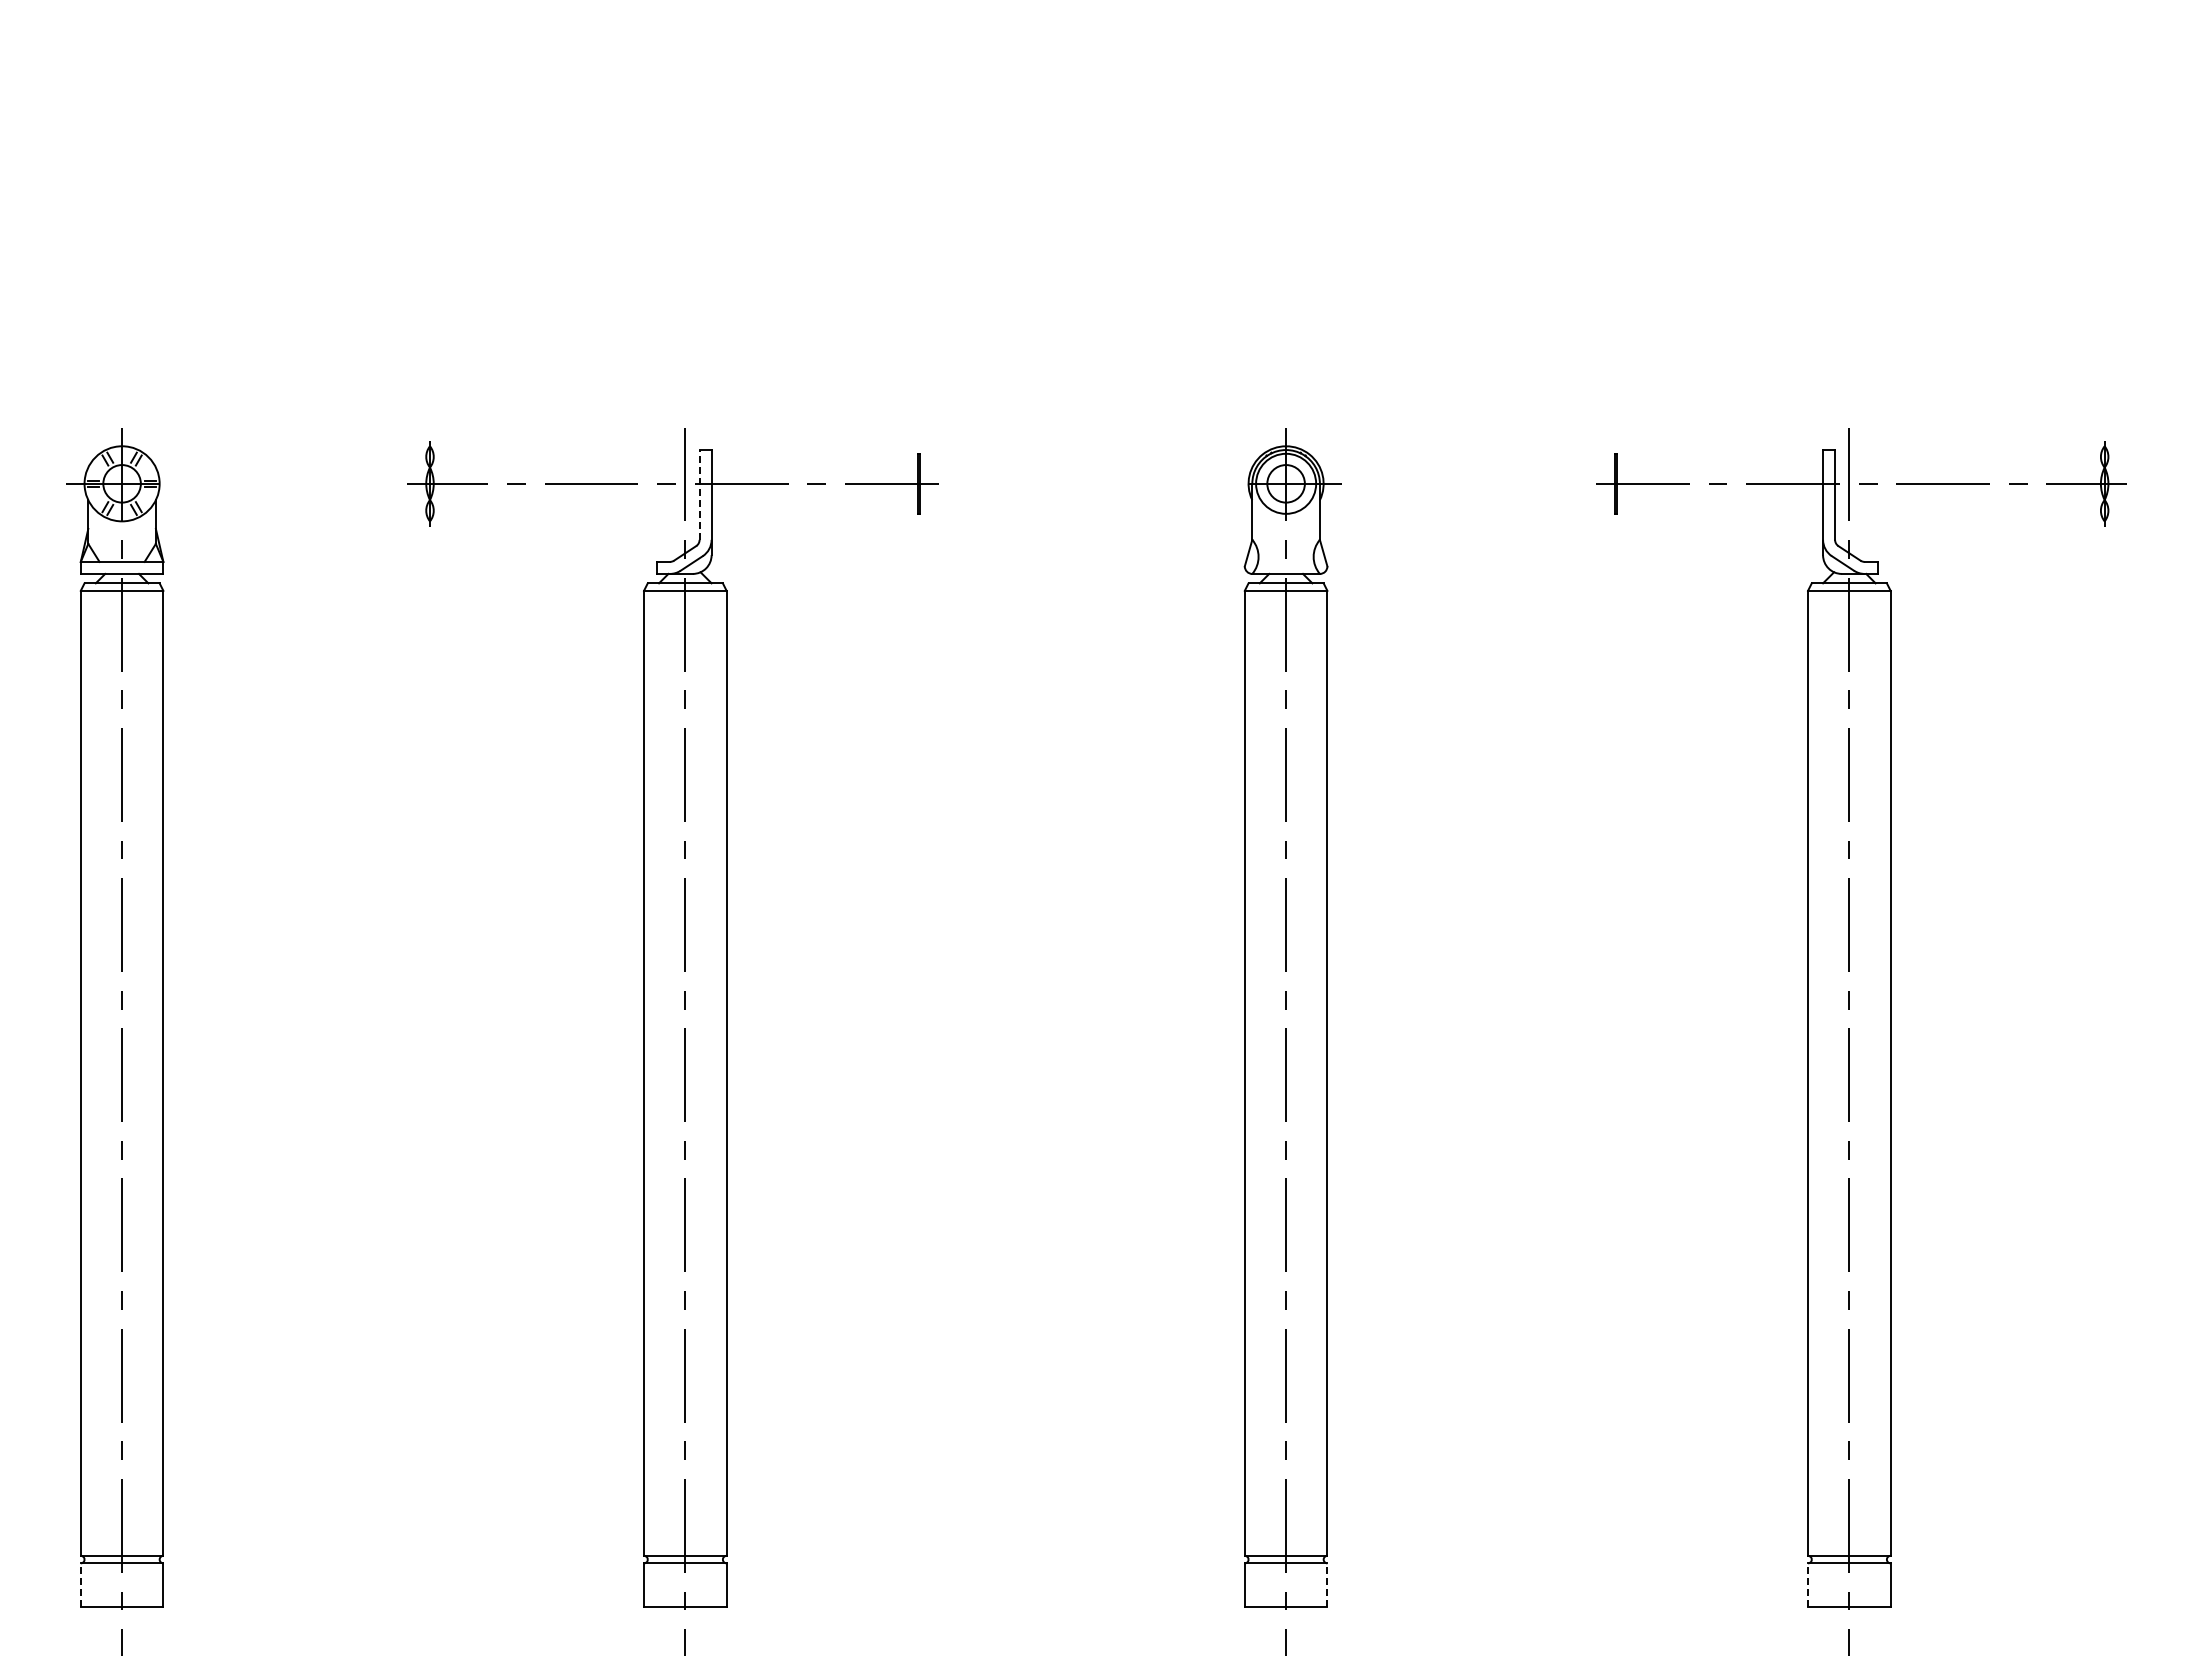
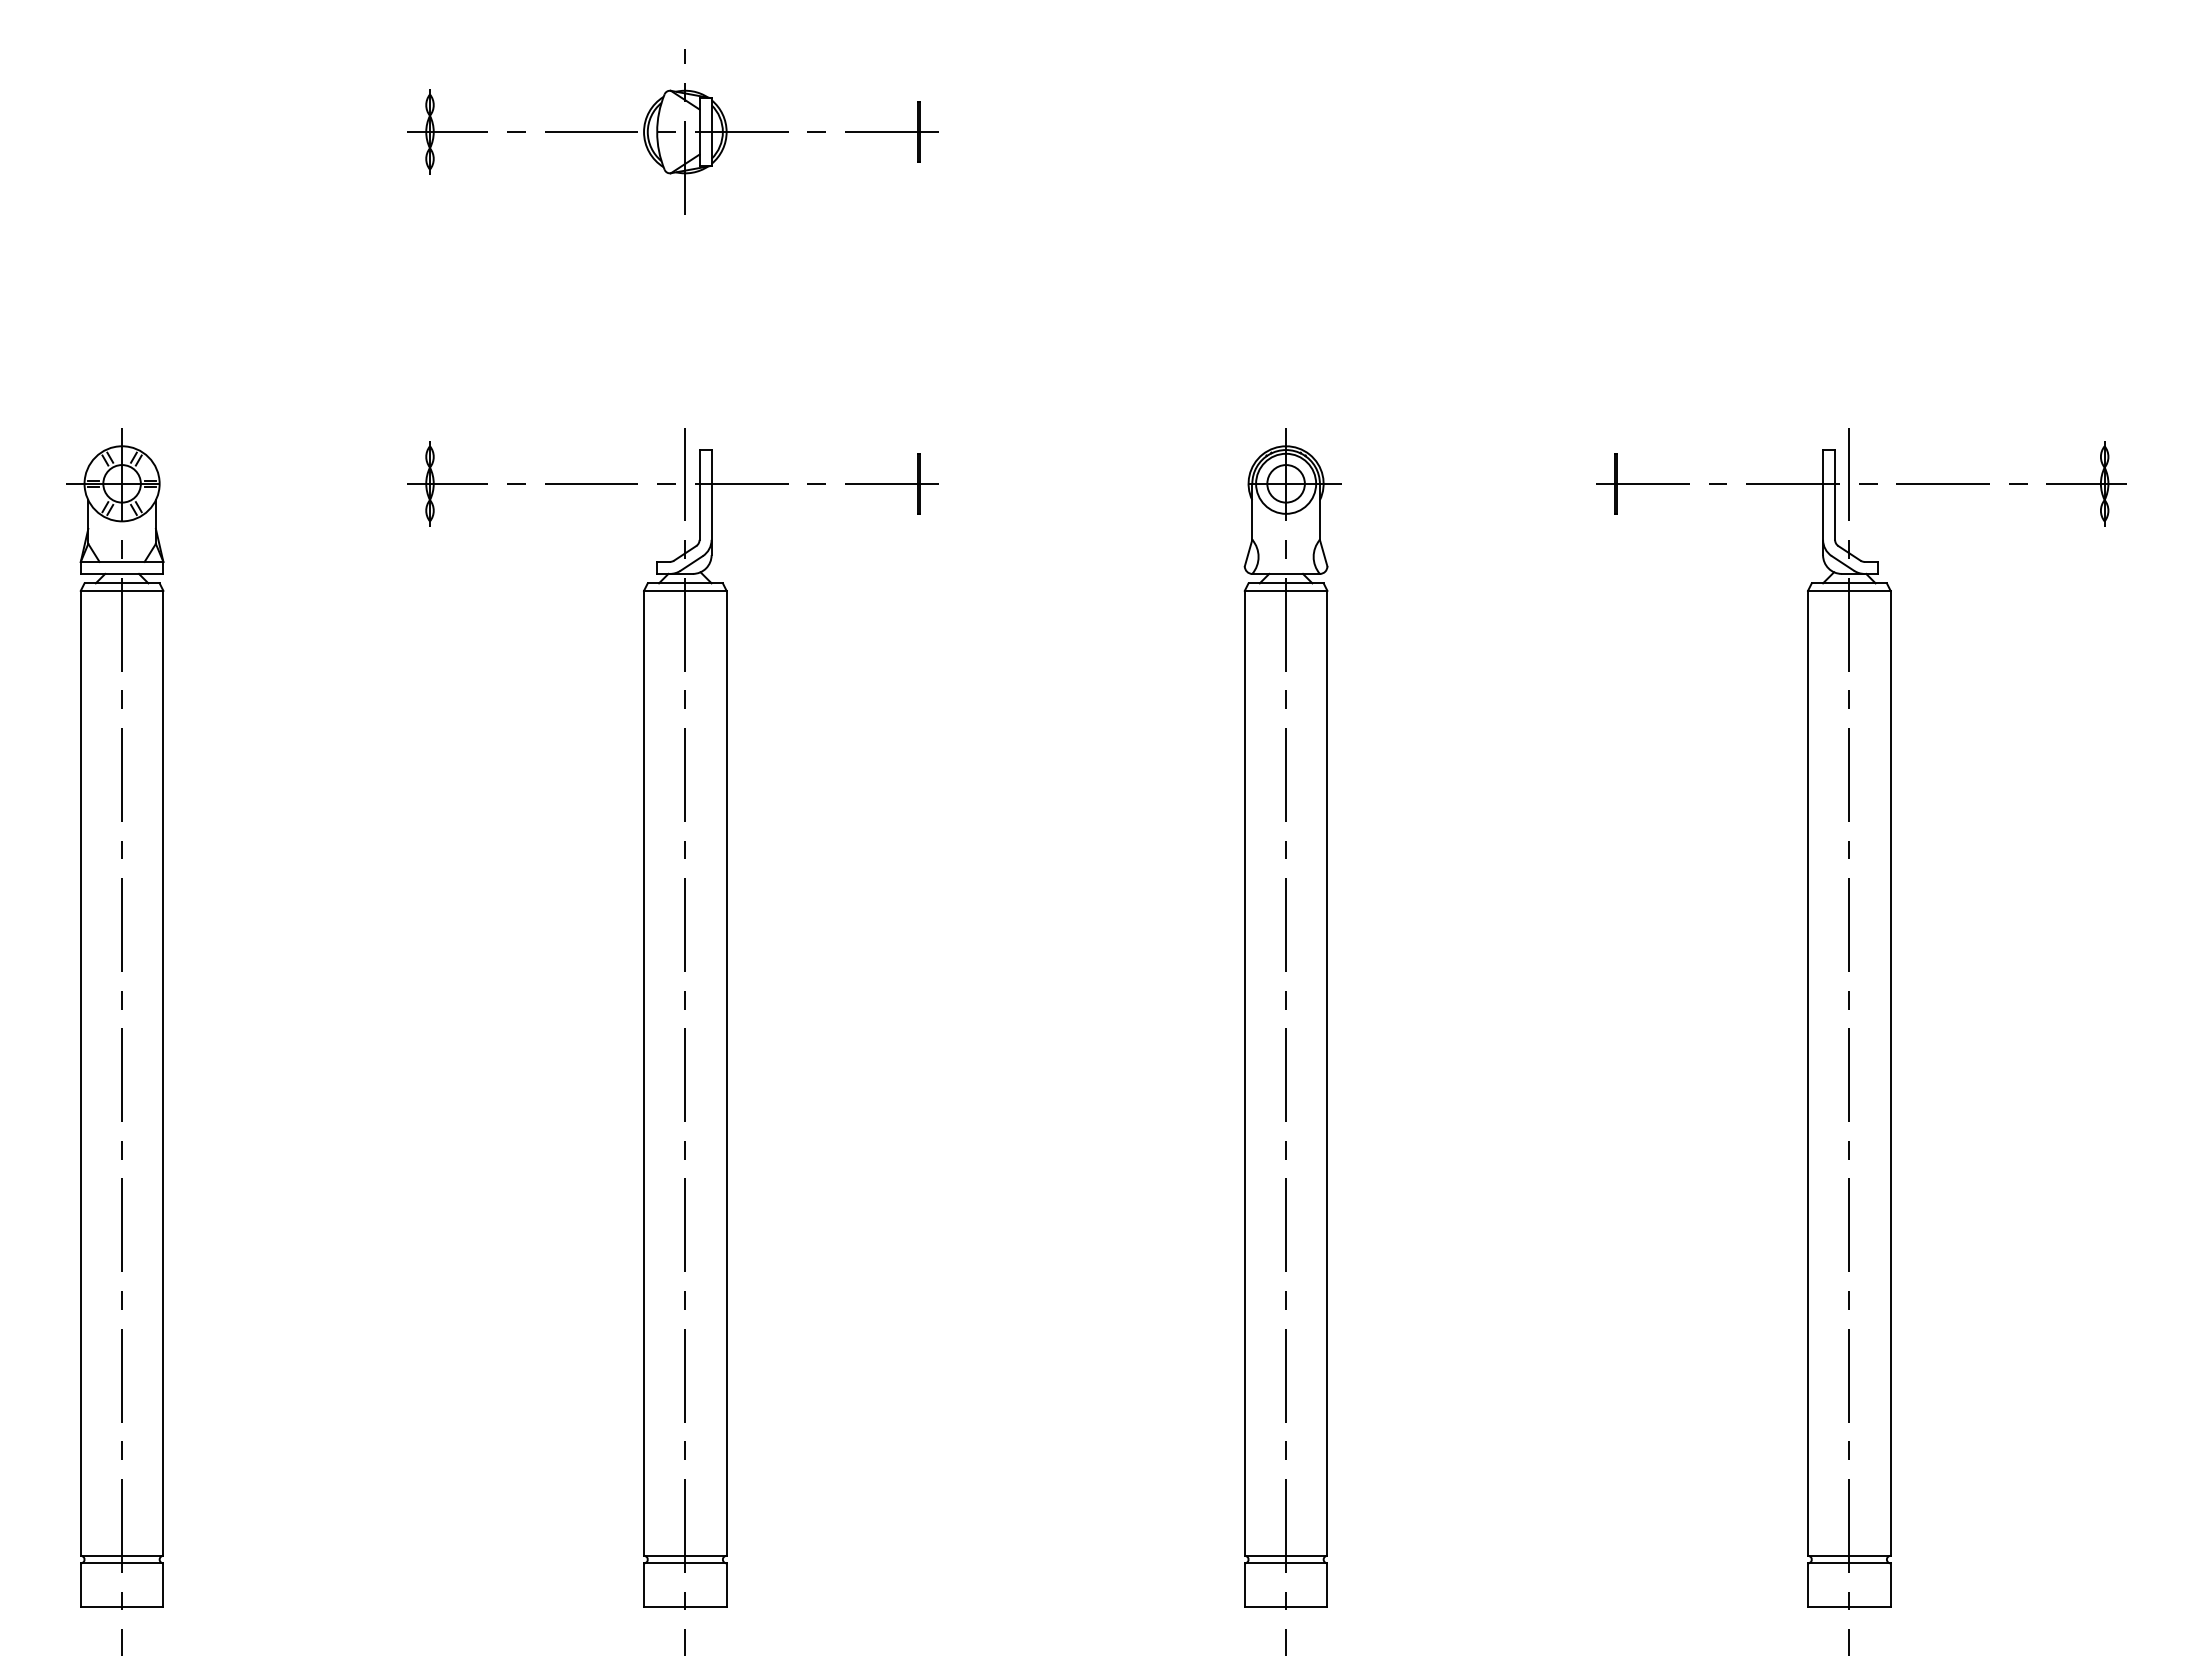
part at (672, 131): none -> present
line at (699, 494): dashed -> solid
line at (80, 1584): dashed -> solid
line at (1327, 1584): dashed -> solid
line at (1808, 1584): dashed -> solid
